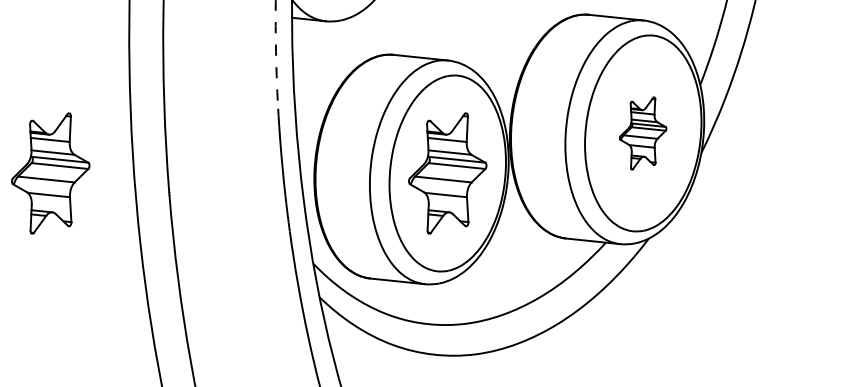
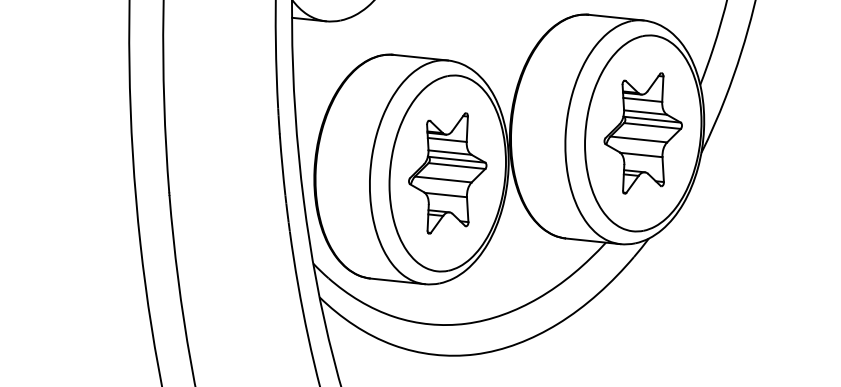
arc at (276, 53): dashed -> solid
part at (643, 133) size: 49x75 px -> 80x123 px
part at (50, 173): present -> none
